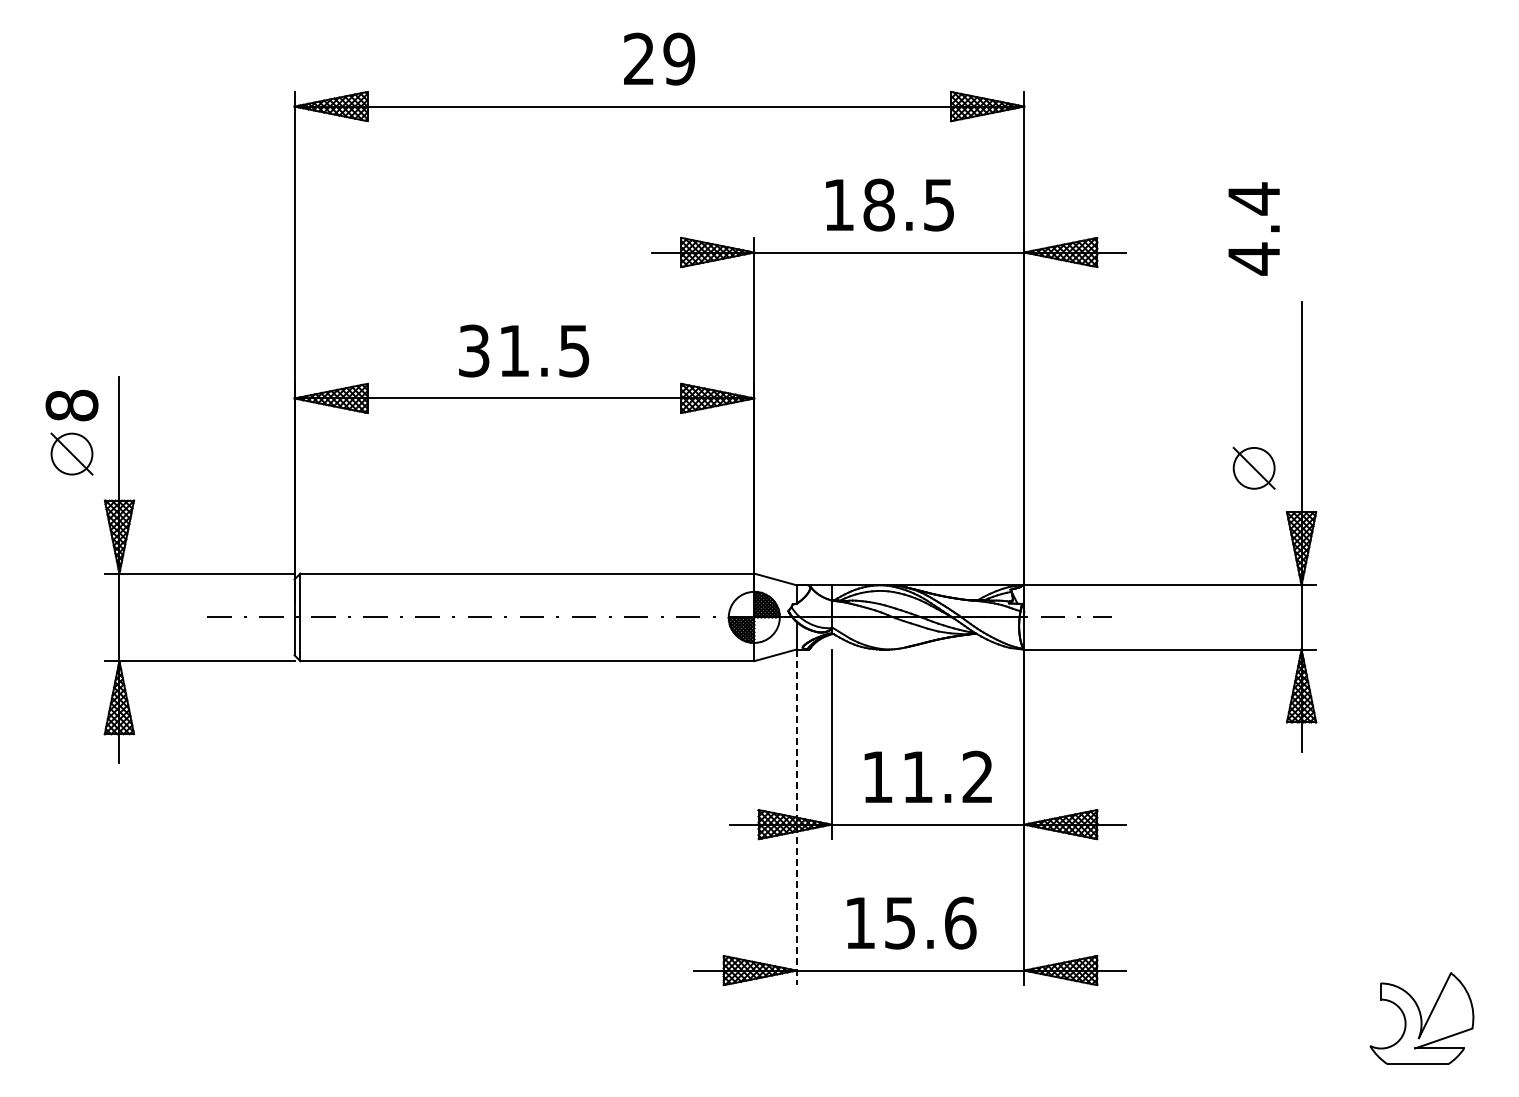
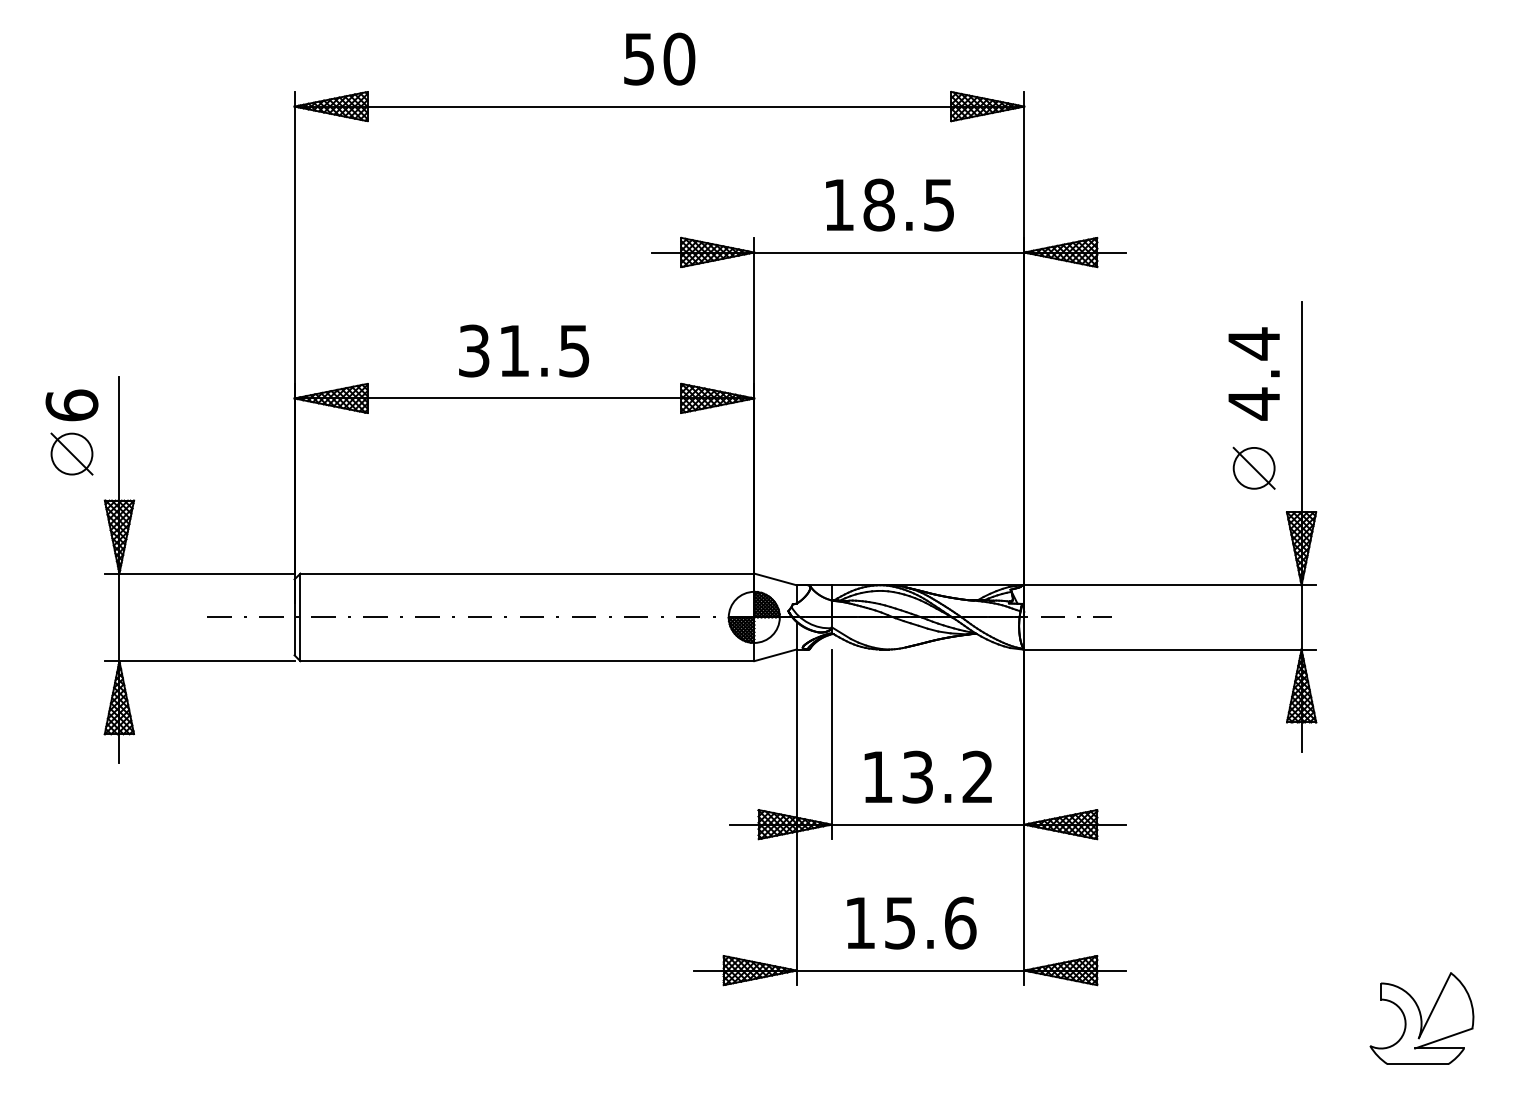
text at (659, 58): 29 -> 50
text at (1253, 228) position: (1253, 228) -> (1253, 373)
text at (71, 405): 8 -> 6
text at (917, 776): 11.2 -> 13.2
line at (796, 817): dashed -> solid
